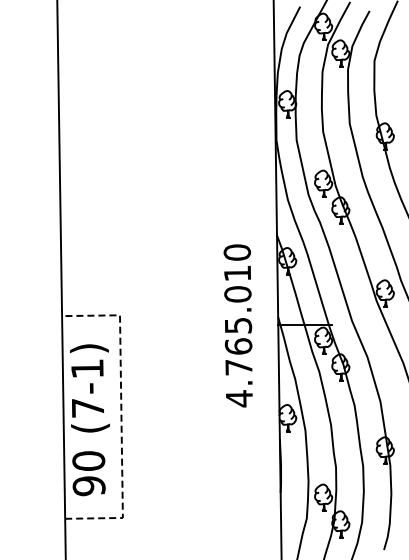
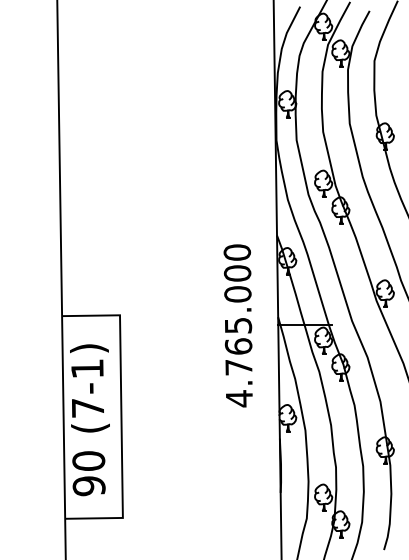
text at (237, 273): 4.765.010 -> 4.765.000
line at (121, 416): dashed -> solid
